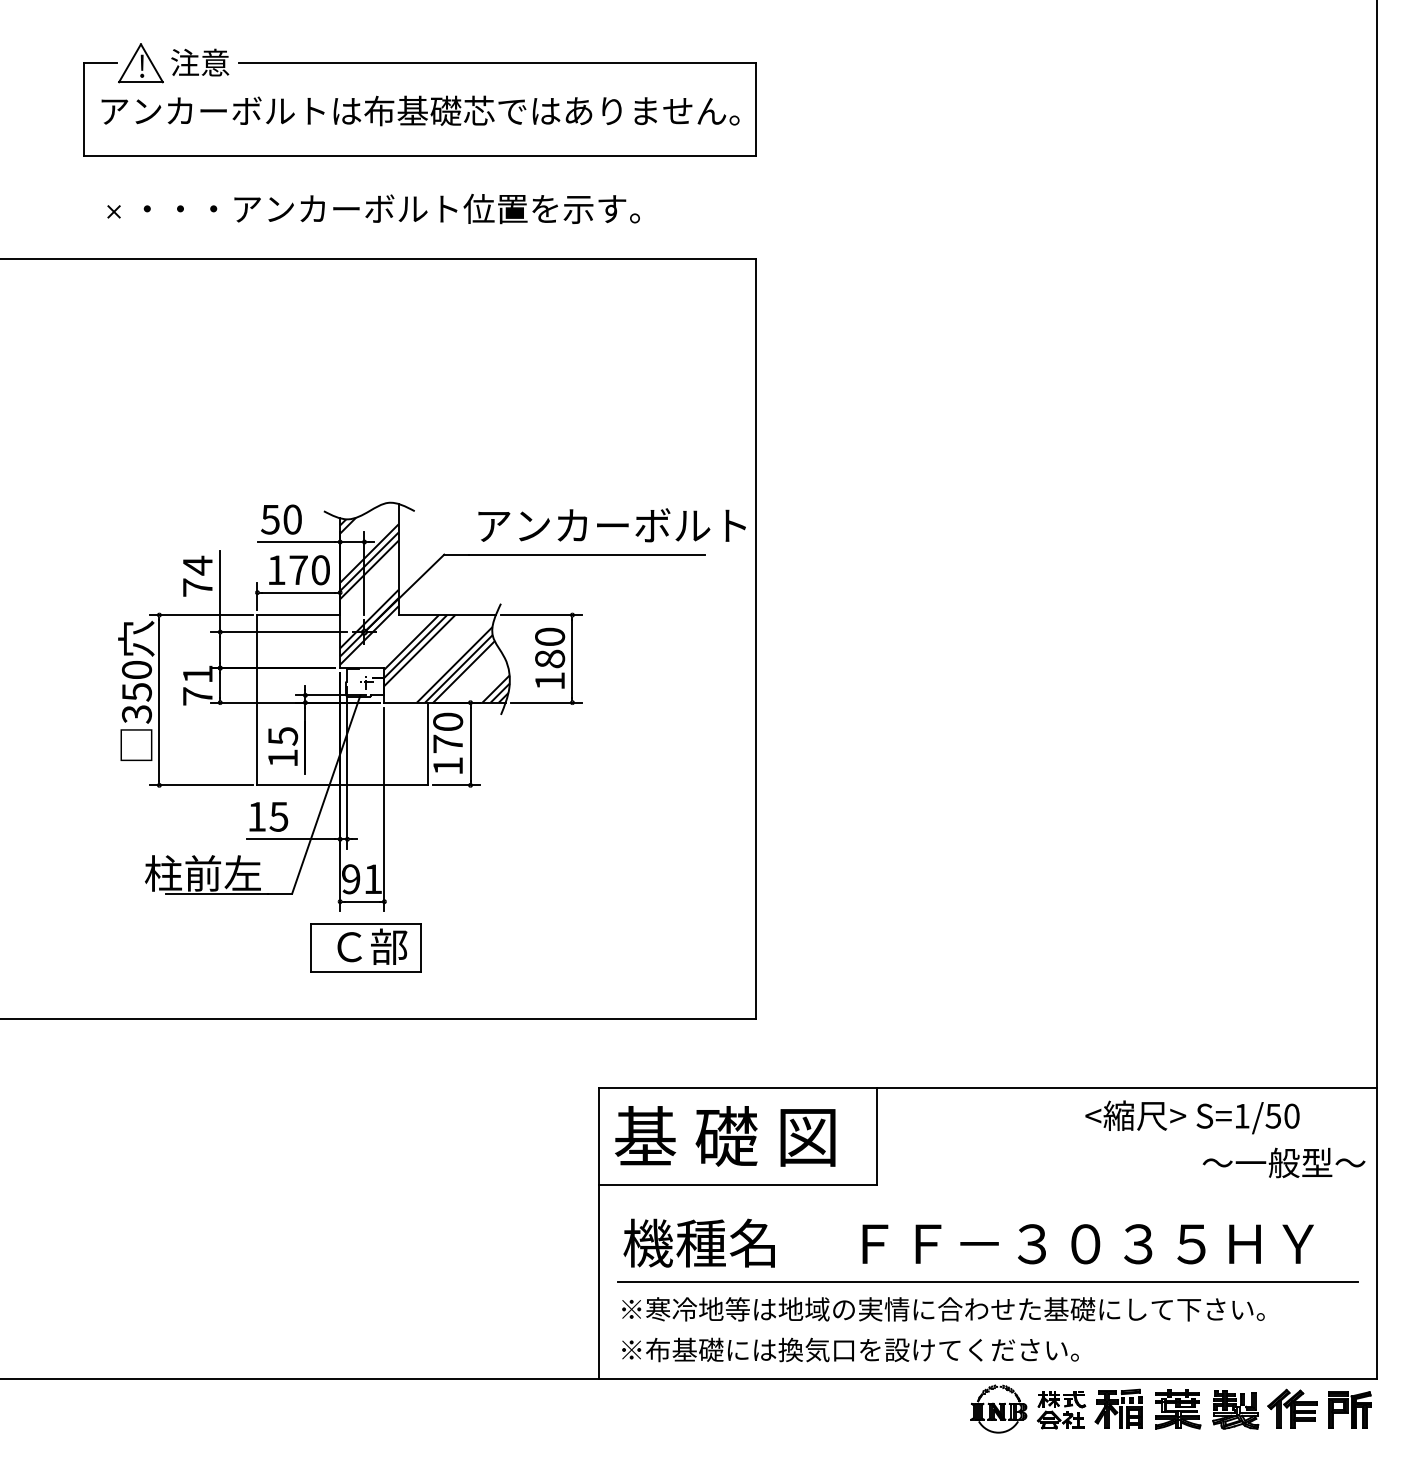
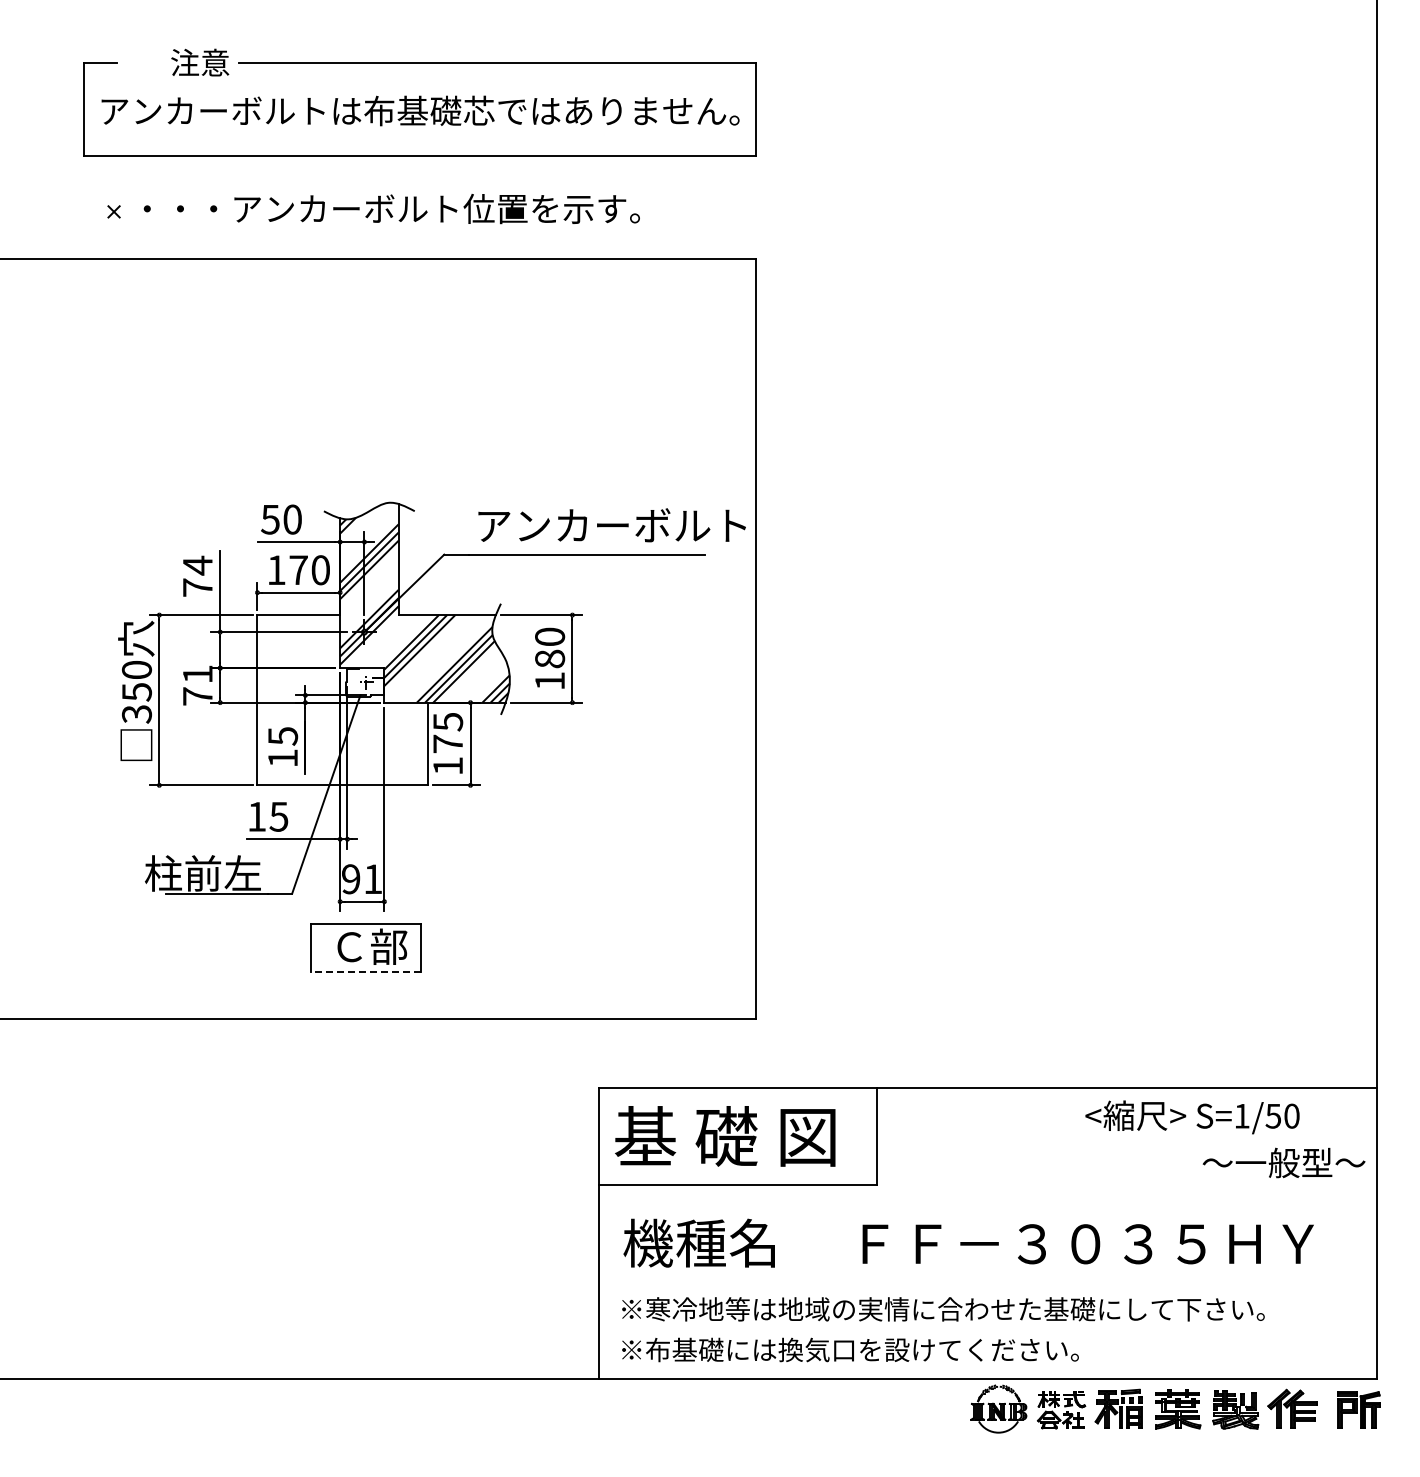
part at (140, 63): present -> none
text at (448, 721): 170 -> 175
line at (365, 972): solid -> dashed
line at (987, 1282): present -> none
part at (1349, 1409) position: (1349, 1409) -> (1358, 1409)
